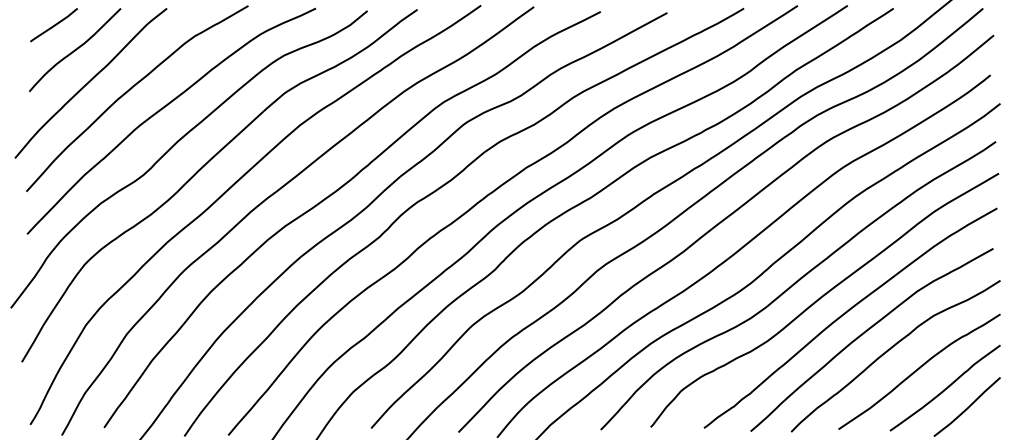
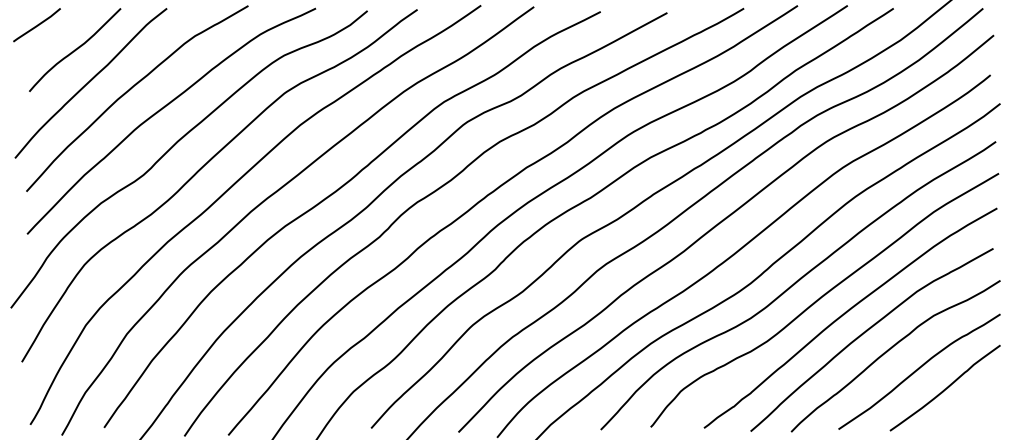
line at (53, 25) position: (53, 25) -> (36, 25)
line at (967, 407): present -> none
